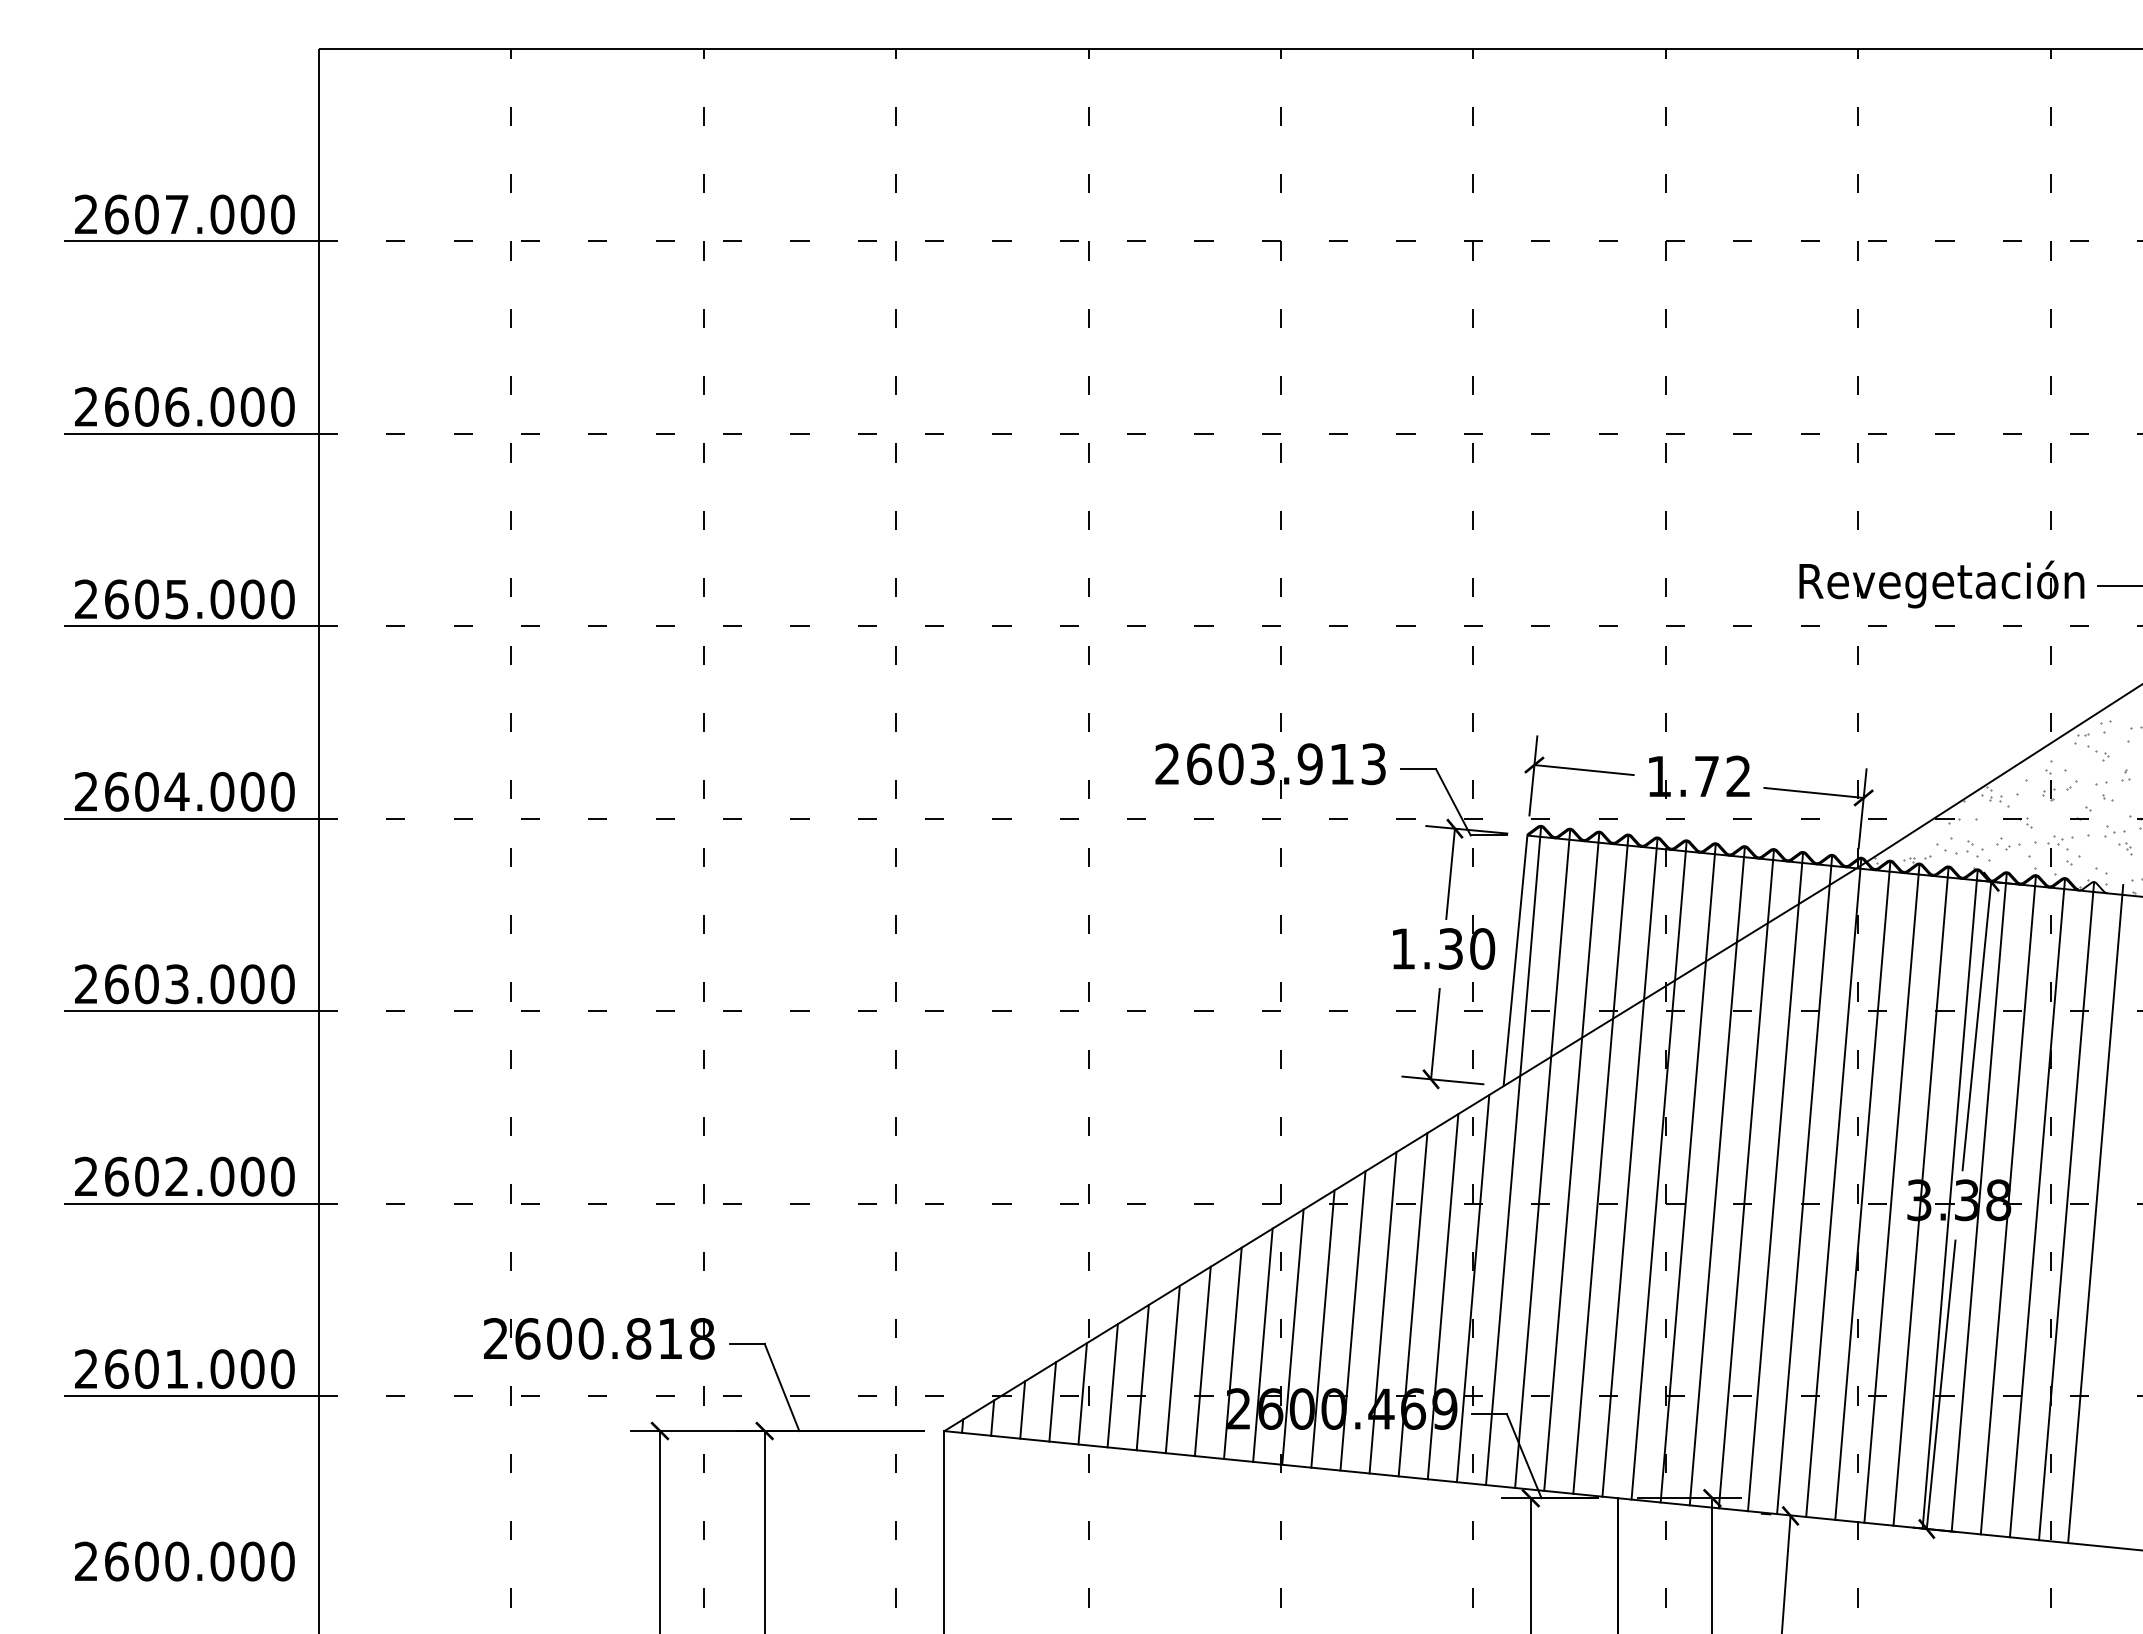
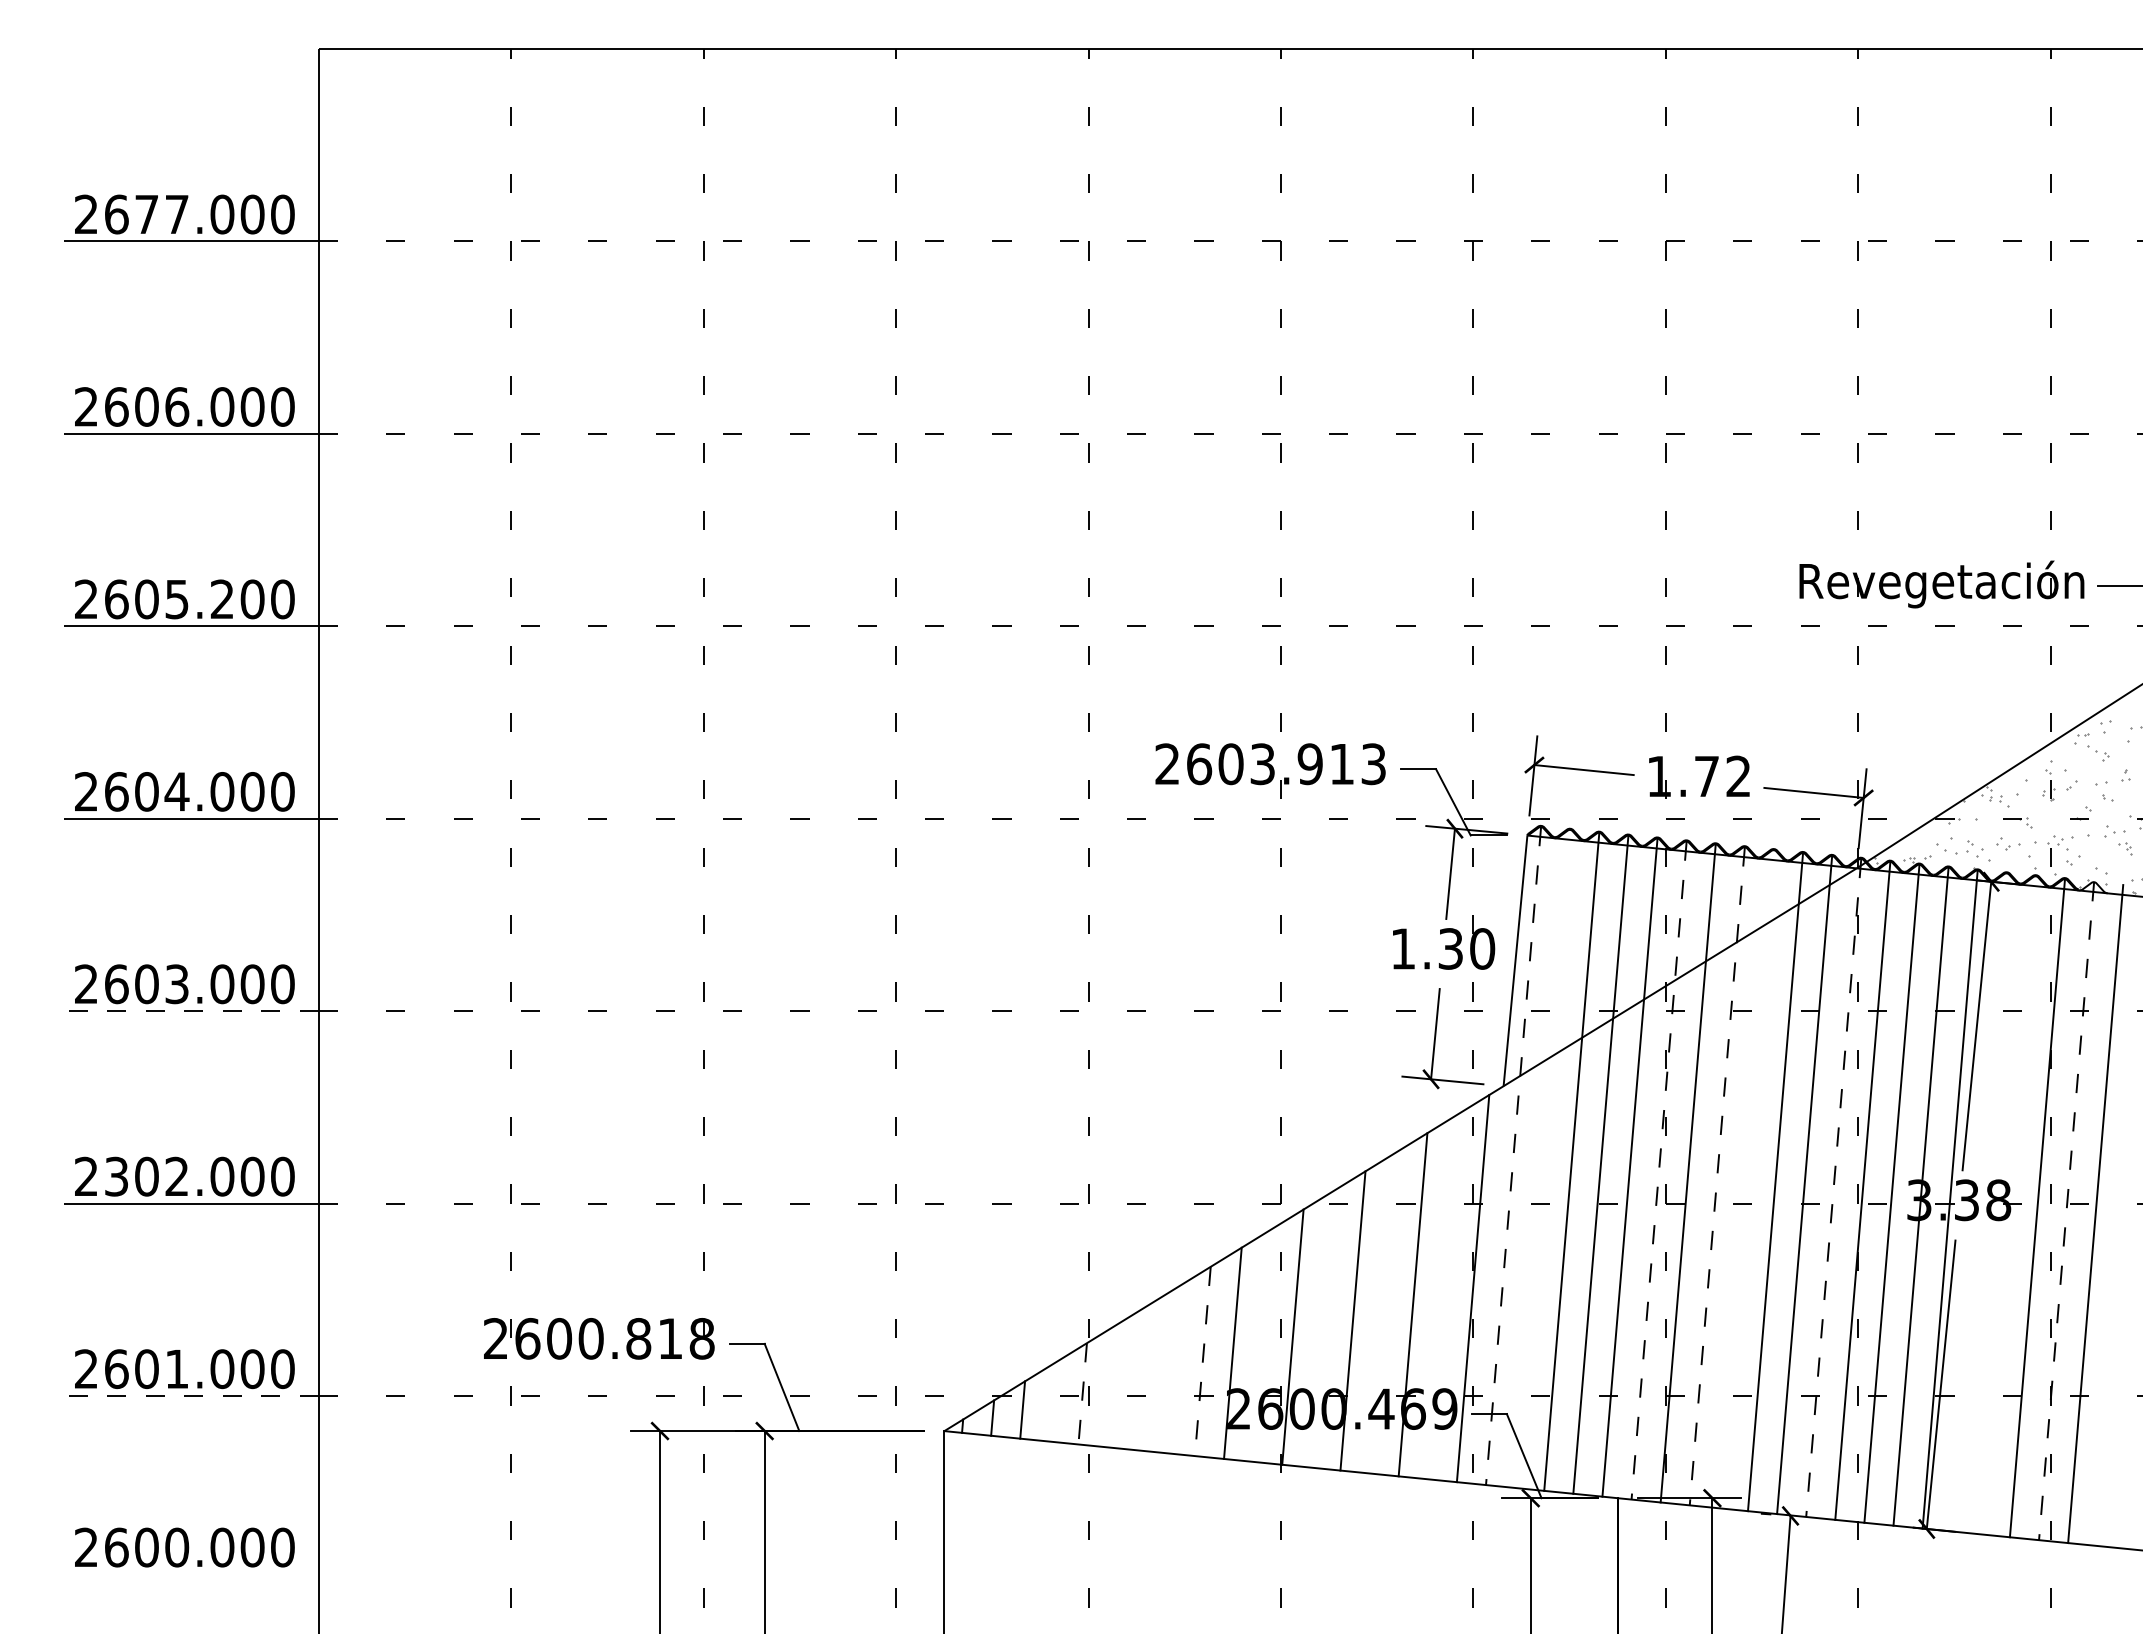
text at (146, 214): 2607.000 -> 2677.000
text at (222, 599): 2605.000 -> 2605.200
line at (191, 1011): solid -> dashed
line at (1513, 1156): solid -> dashed
line at (1542, 1158): present -> none
line at (1659, 1171): solid -> dashed
text at (116, 1176): 2602.000 -> 2302.000
line at (1717, 1176): solid -> dashed
line at (1745, 1179): present -> none
line at (1833, 1188): solid -> dashed
line at (1978, 1202): present -> none
line at (2007, 1205): present -> none
line at (2066, 1211): solid -> dashed
line at (1442, 1296): present -> none
line at (1382, 1312): present -> none
line at (1322, 1328): present -> none
line at (1262, 1344): present -> none
line at (1202, 1361): solid -> dashed
line at (1172, 1369): present -> none
line at (1142, 1377): present -> none
line at (1112, 1385): present -> none
line at (1082, 1393): solid -> dashed
line at (191, 1396): solid -> dashed
line at (1052, 1401): present -> none
text at (184, 1561) position: (184, 1561) -> (184, 1547)
